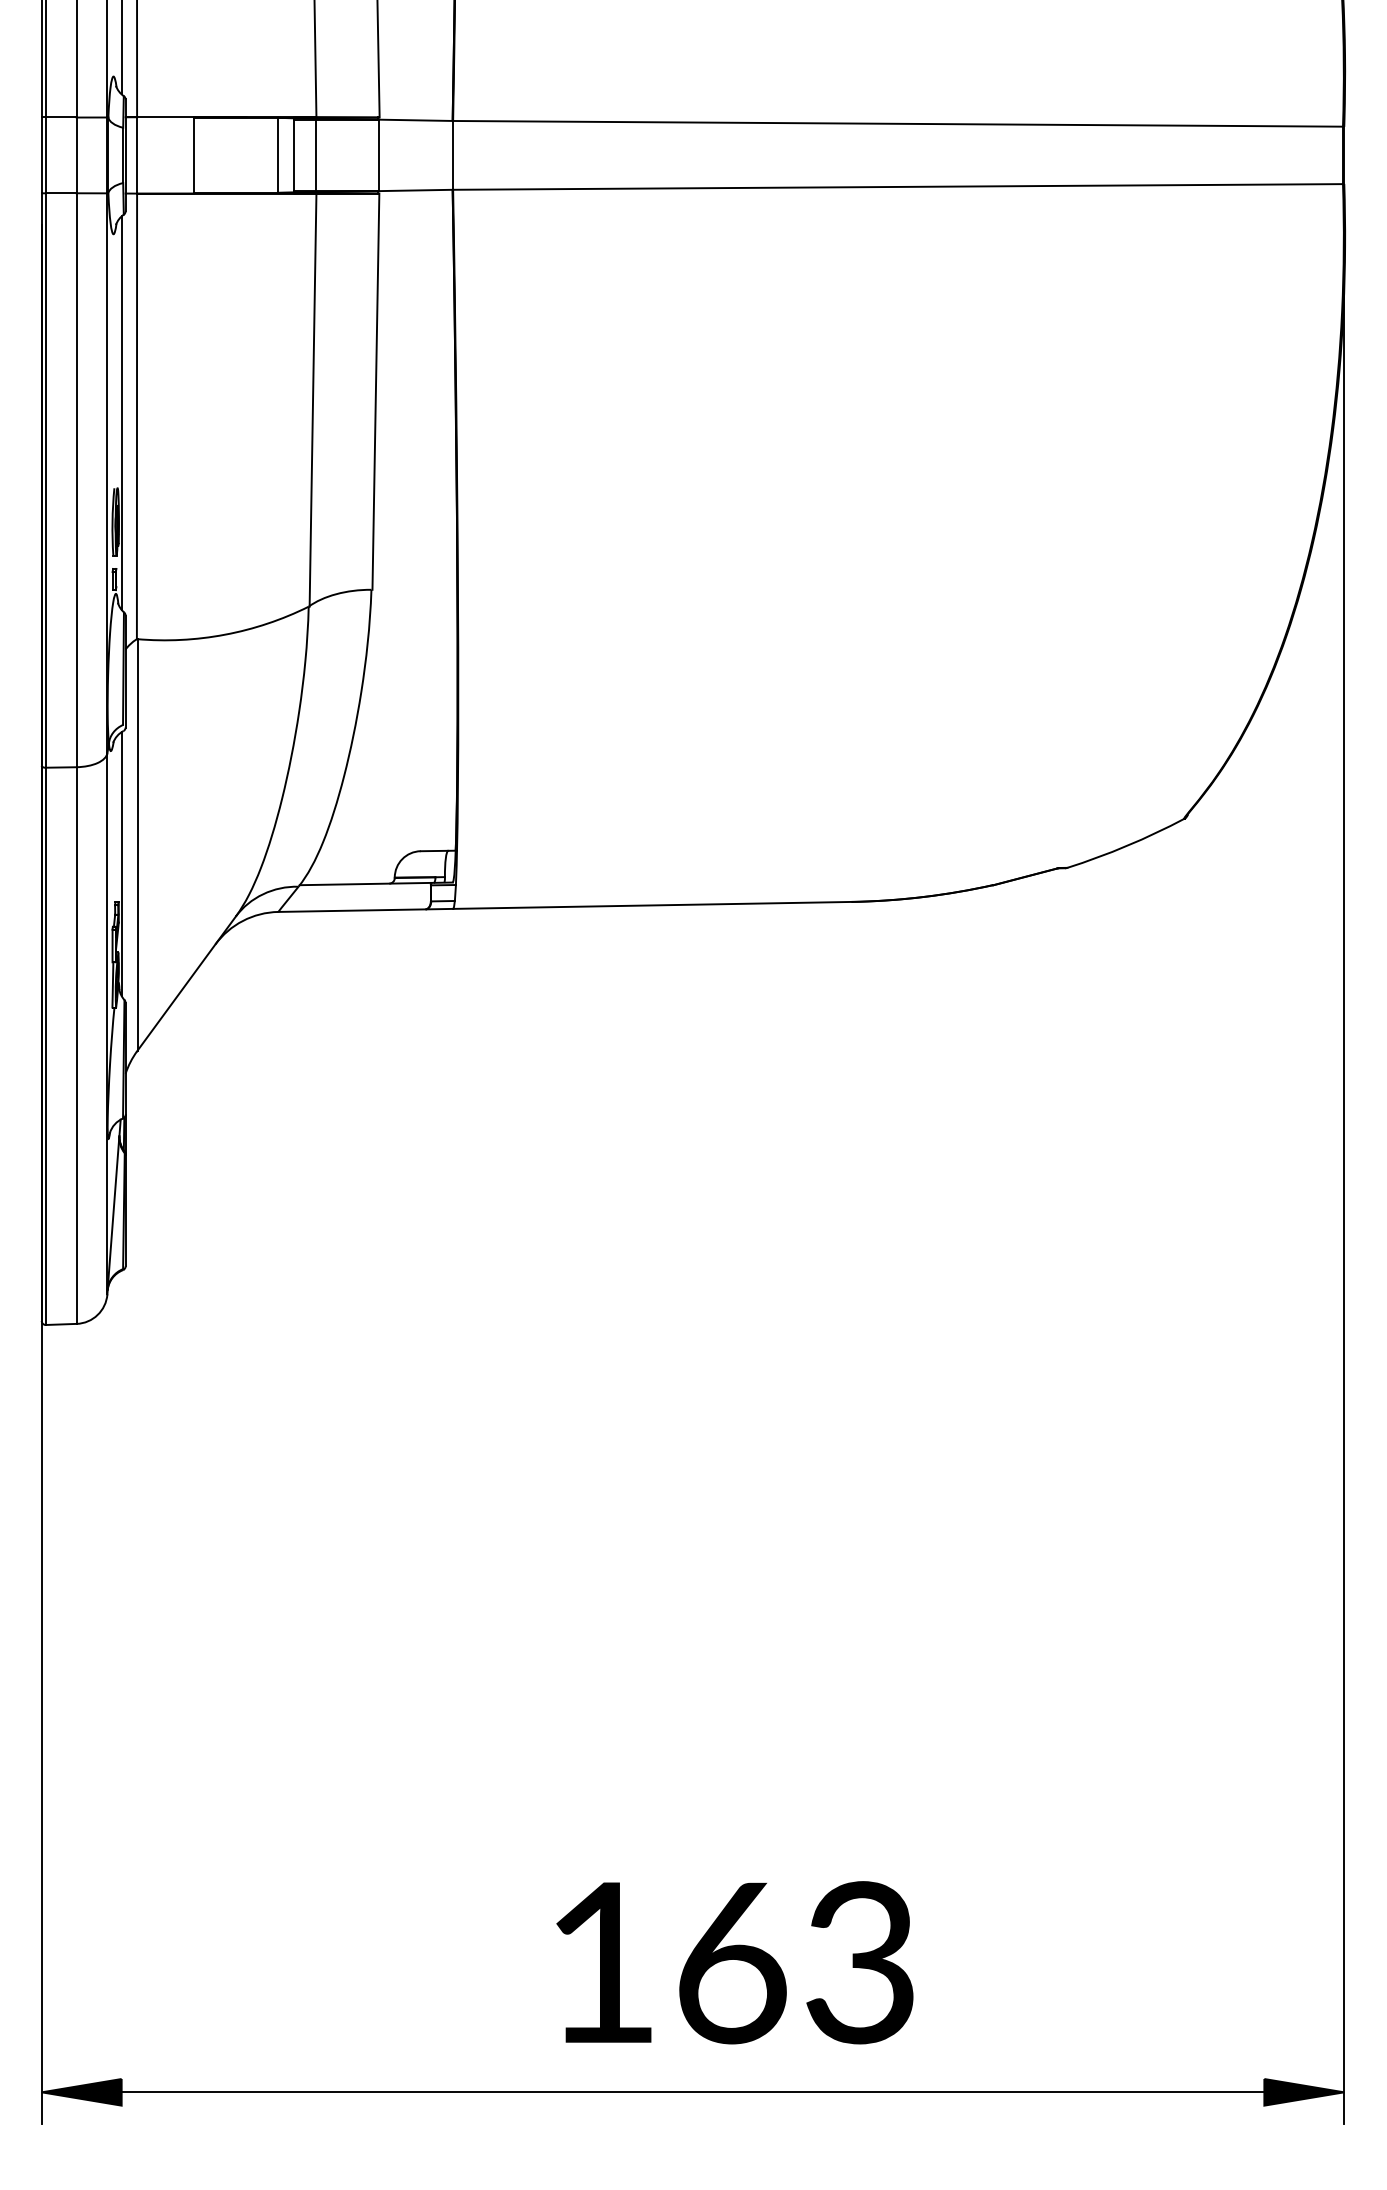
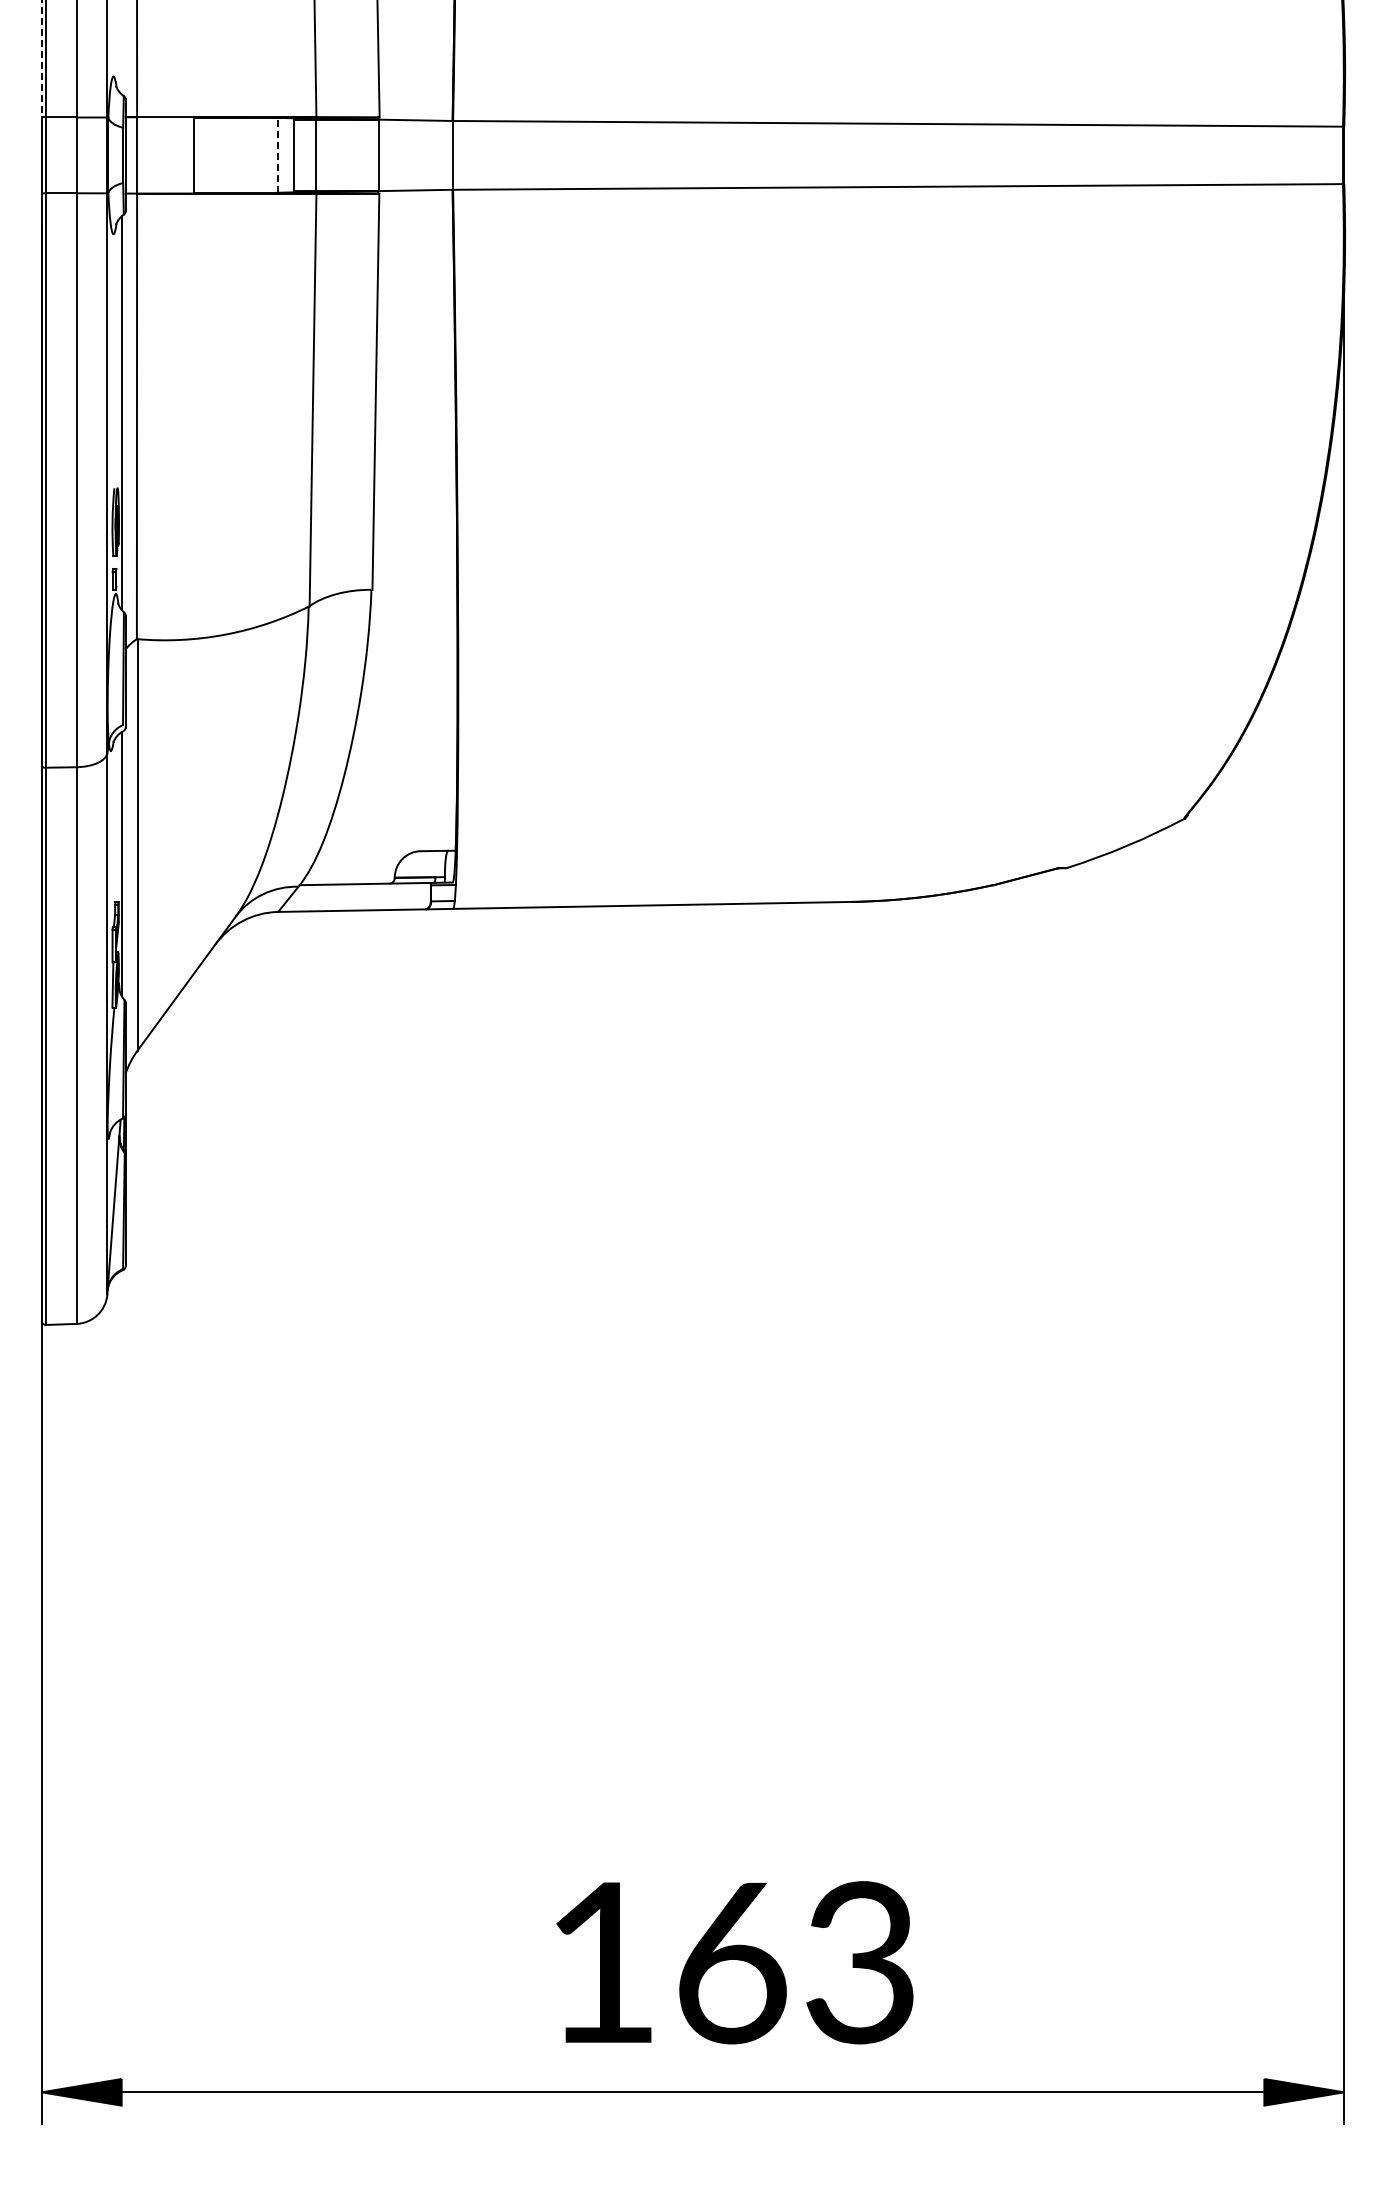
line at (121, 48): present -> none
line at (41, 59): solid -> dashed
line at (277, 154): solid -> dashed
